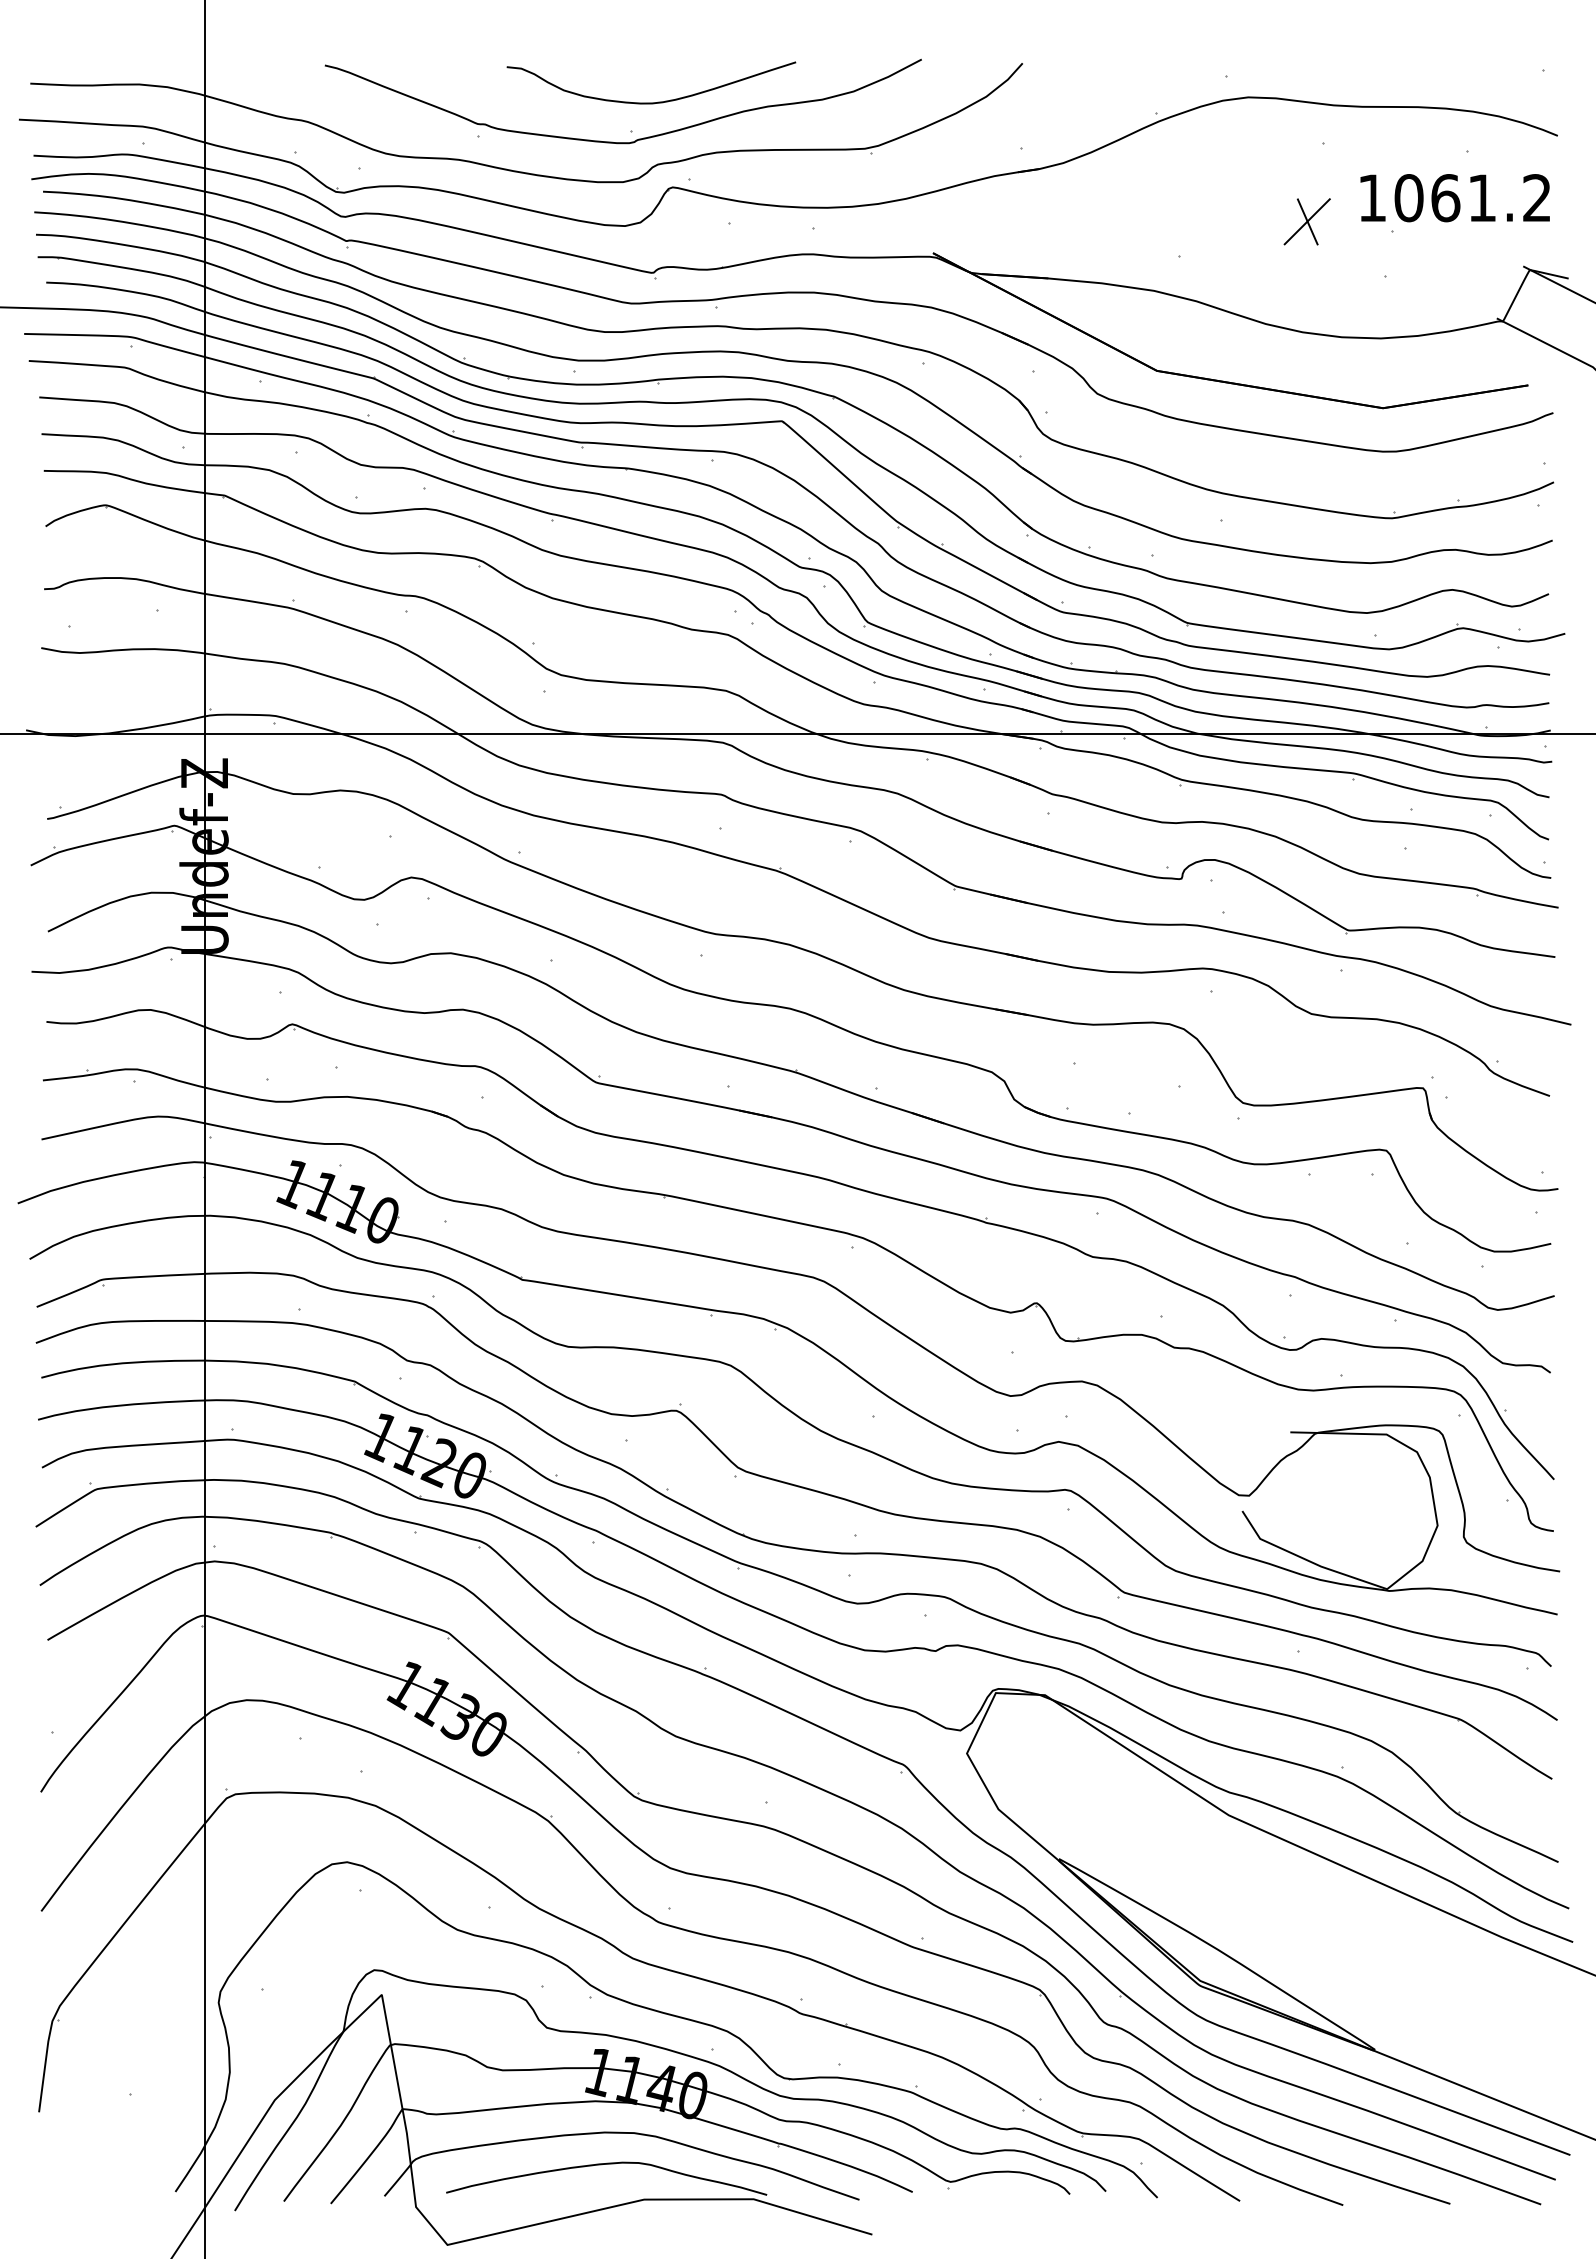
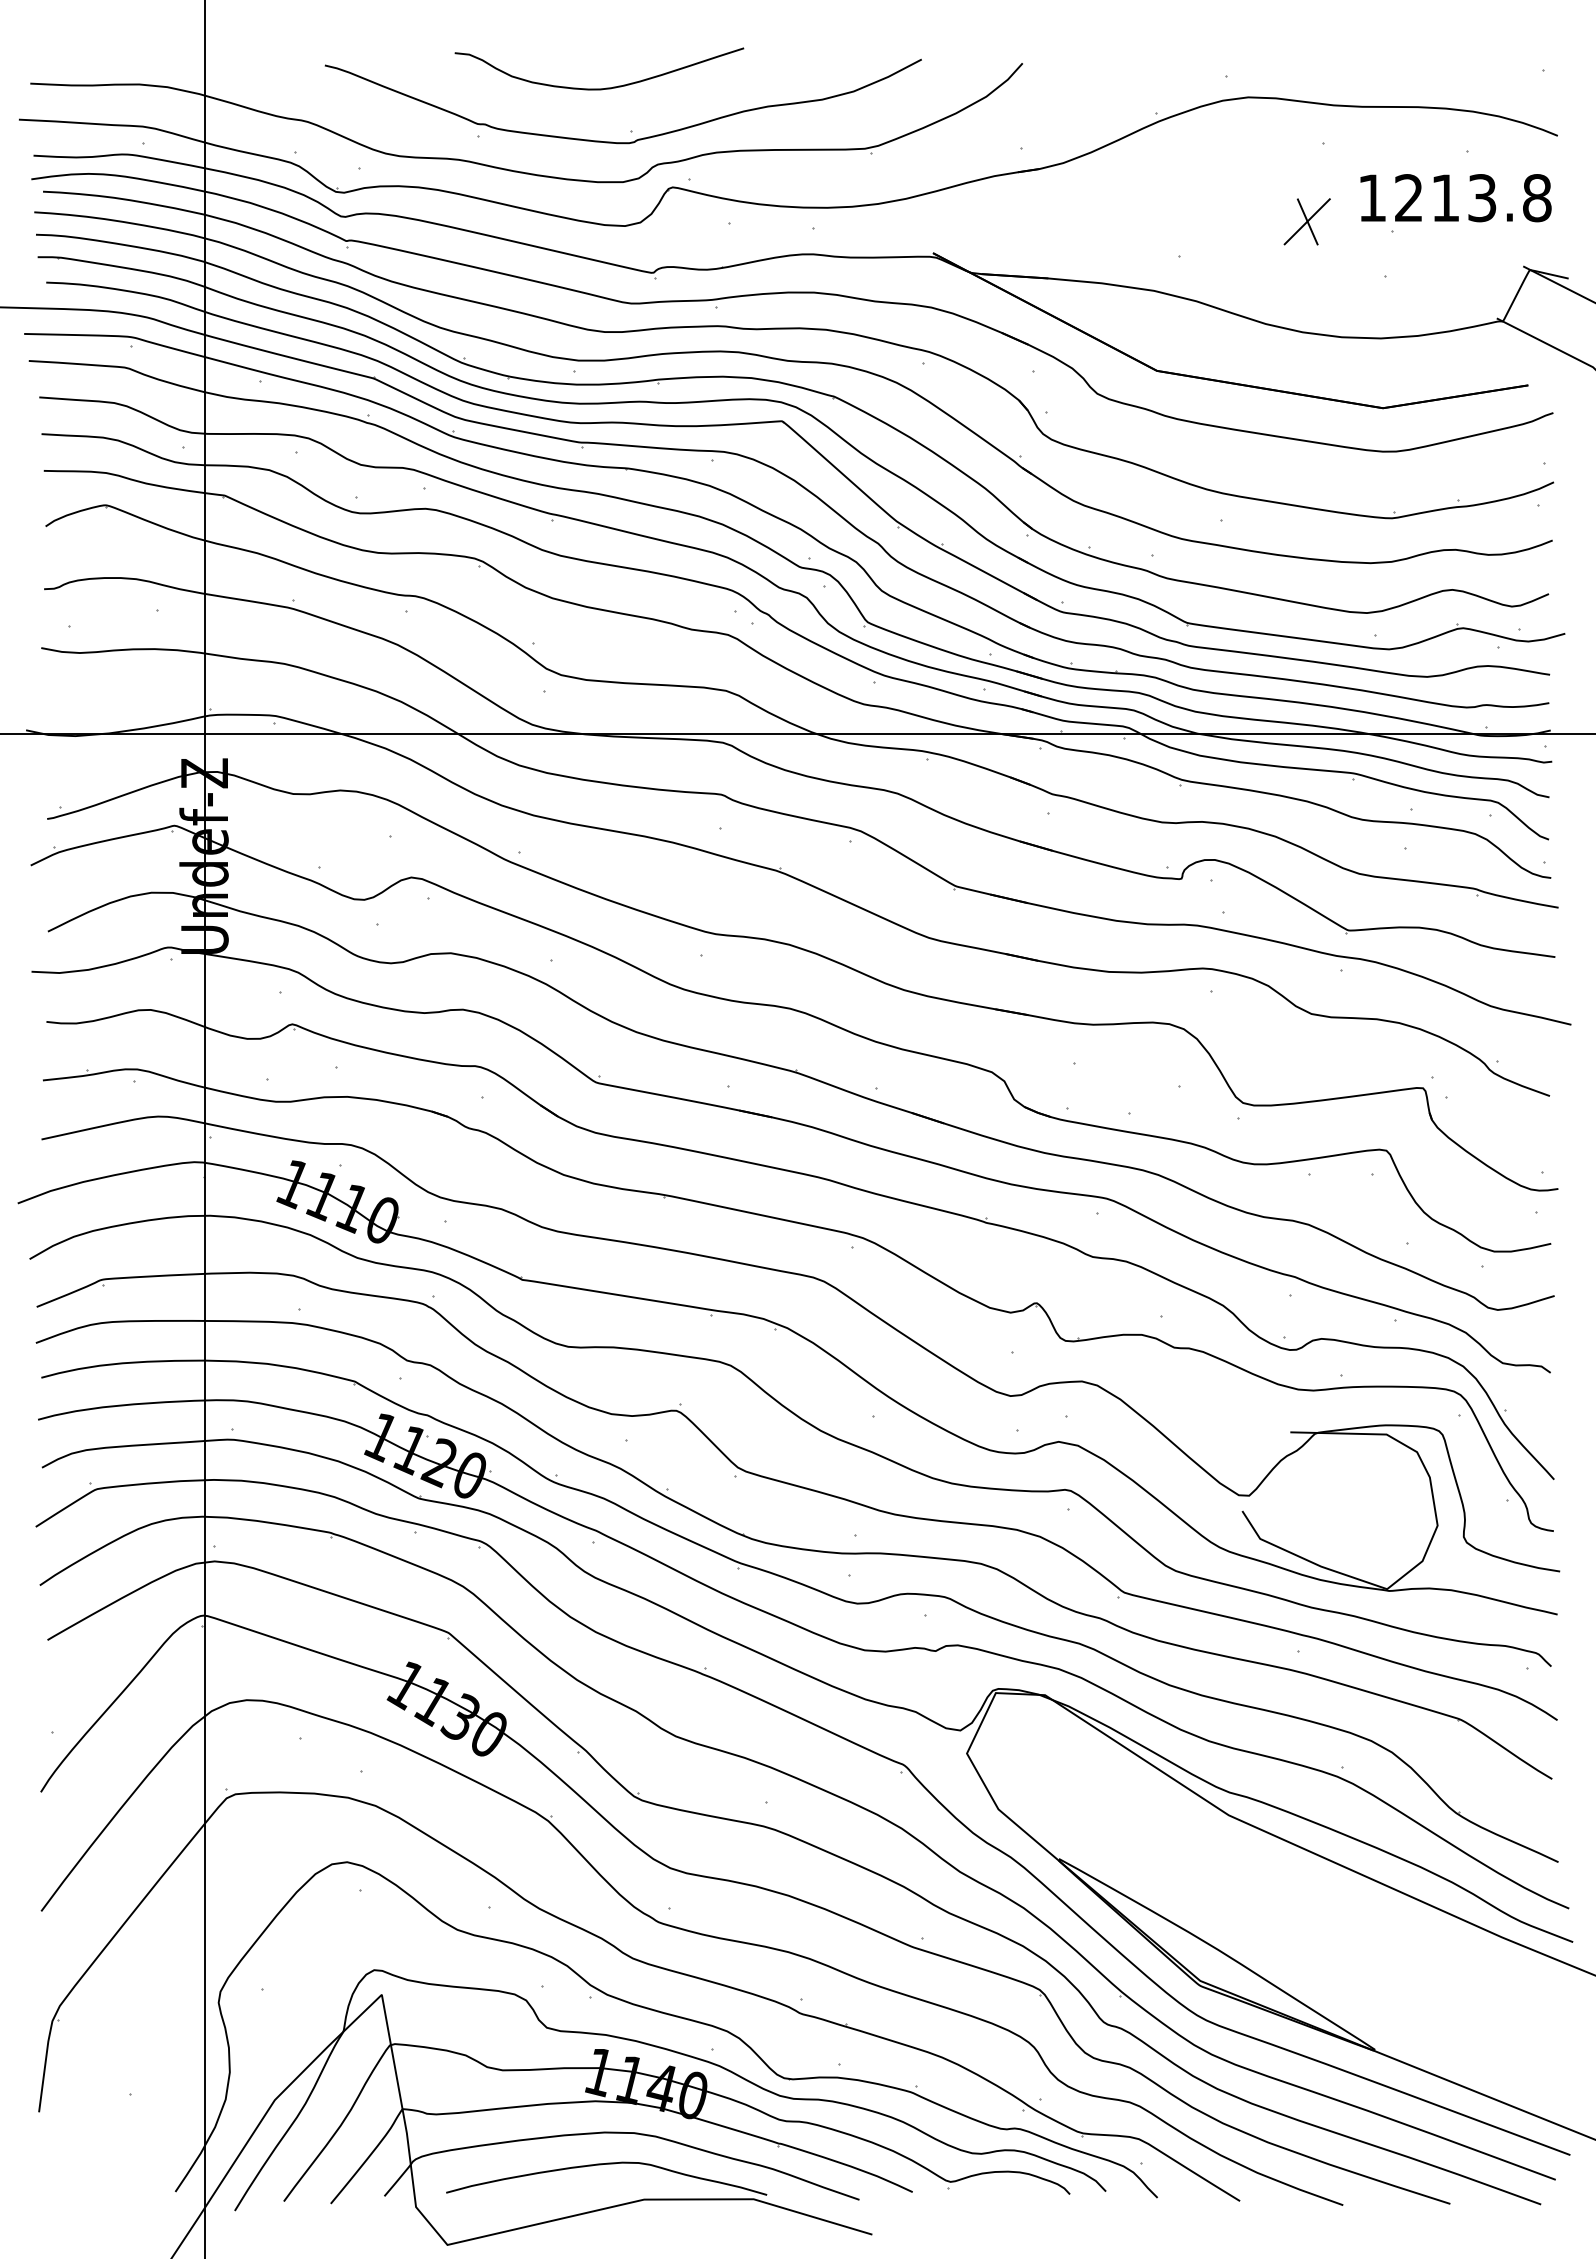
curve at (651, 102) position: (651, 102) -> (599, 88)
text at (1472, 198): 1061.2 -> 1213.8
